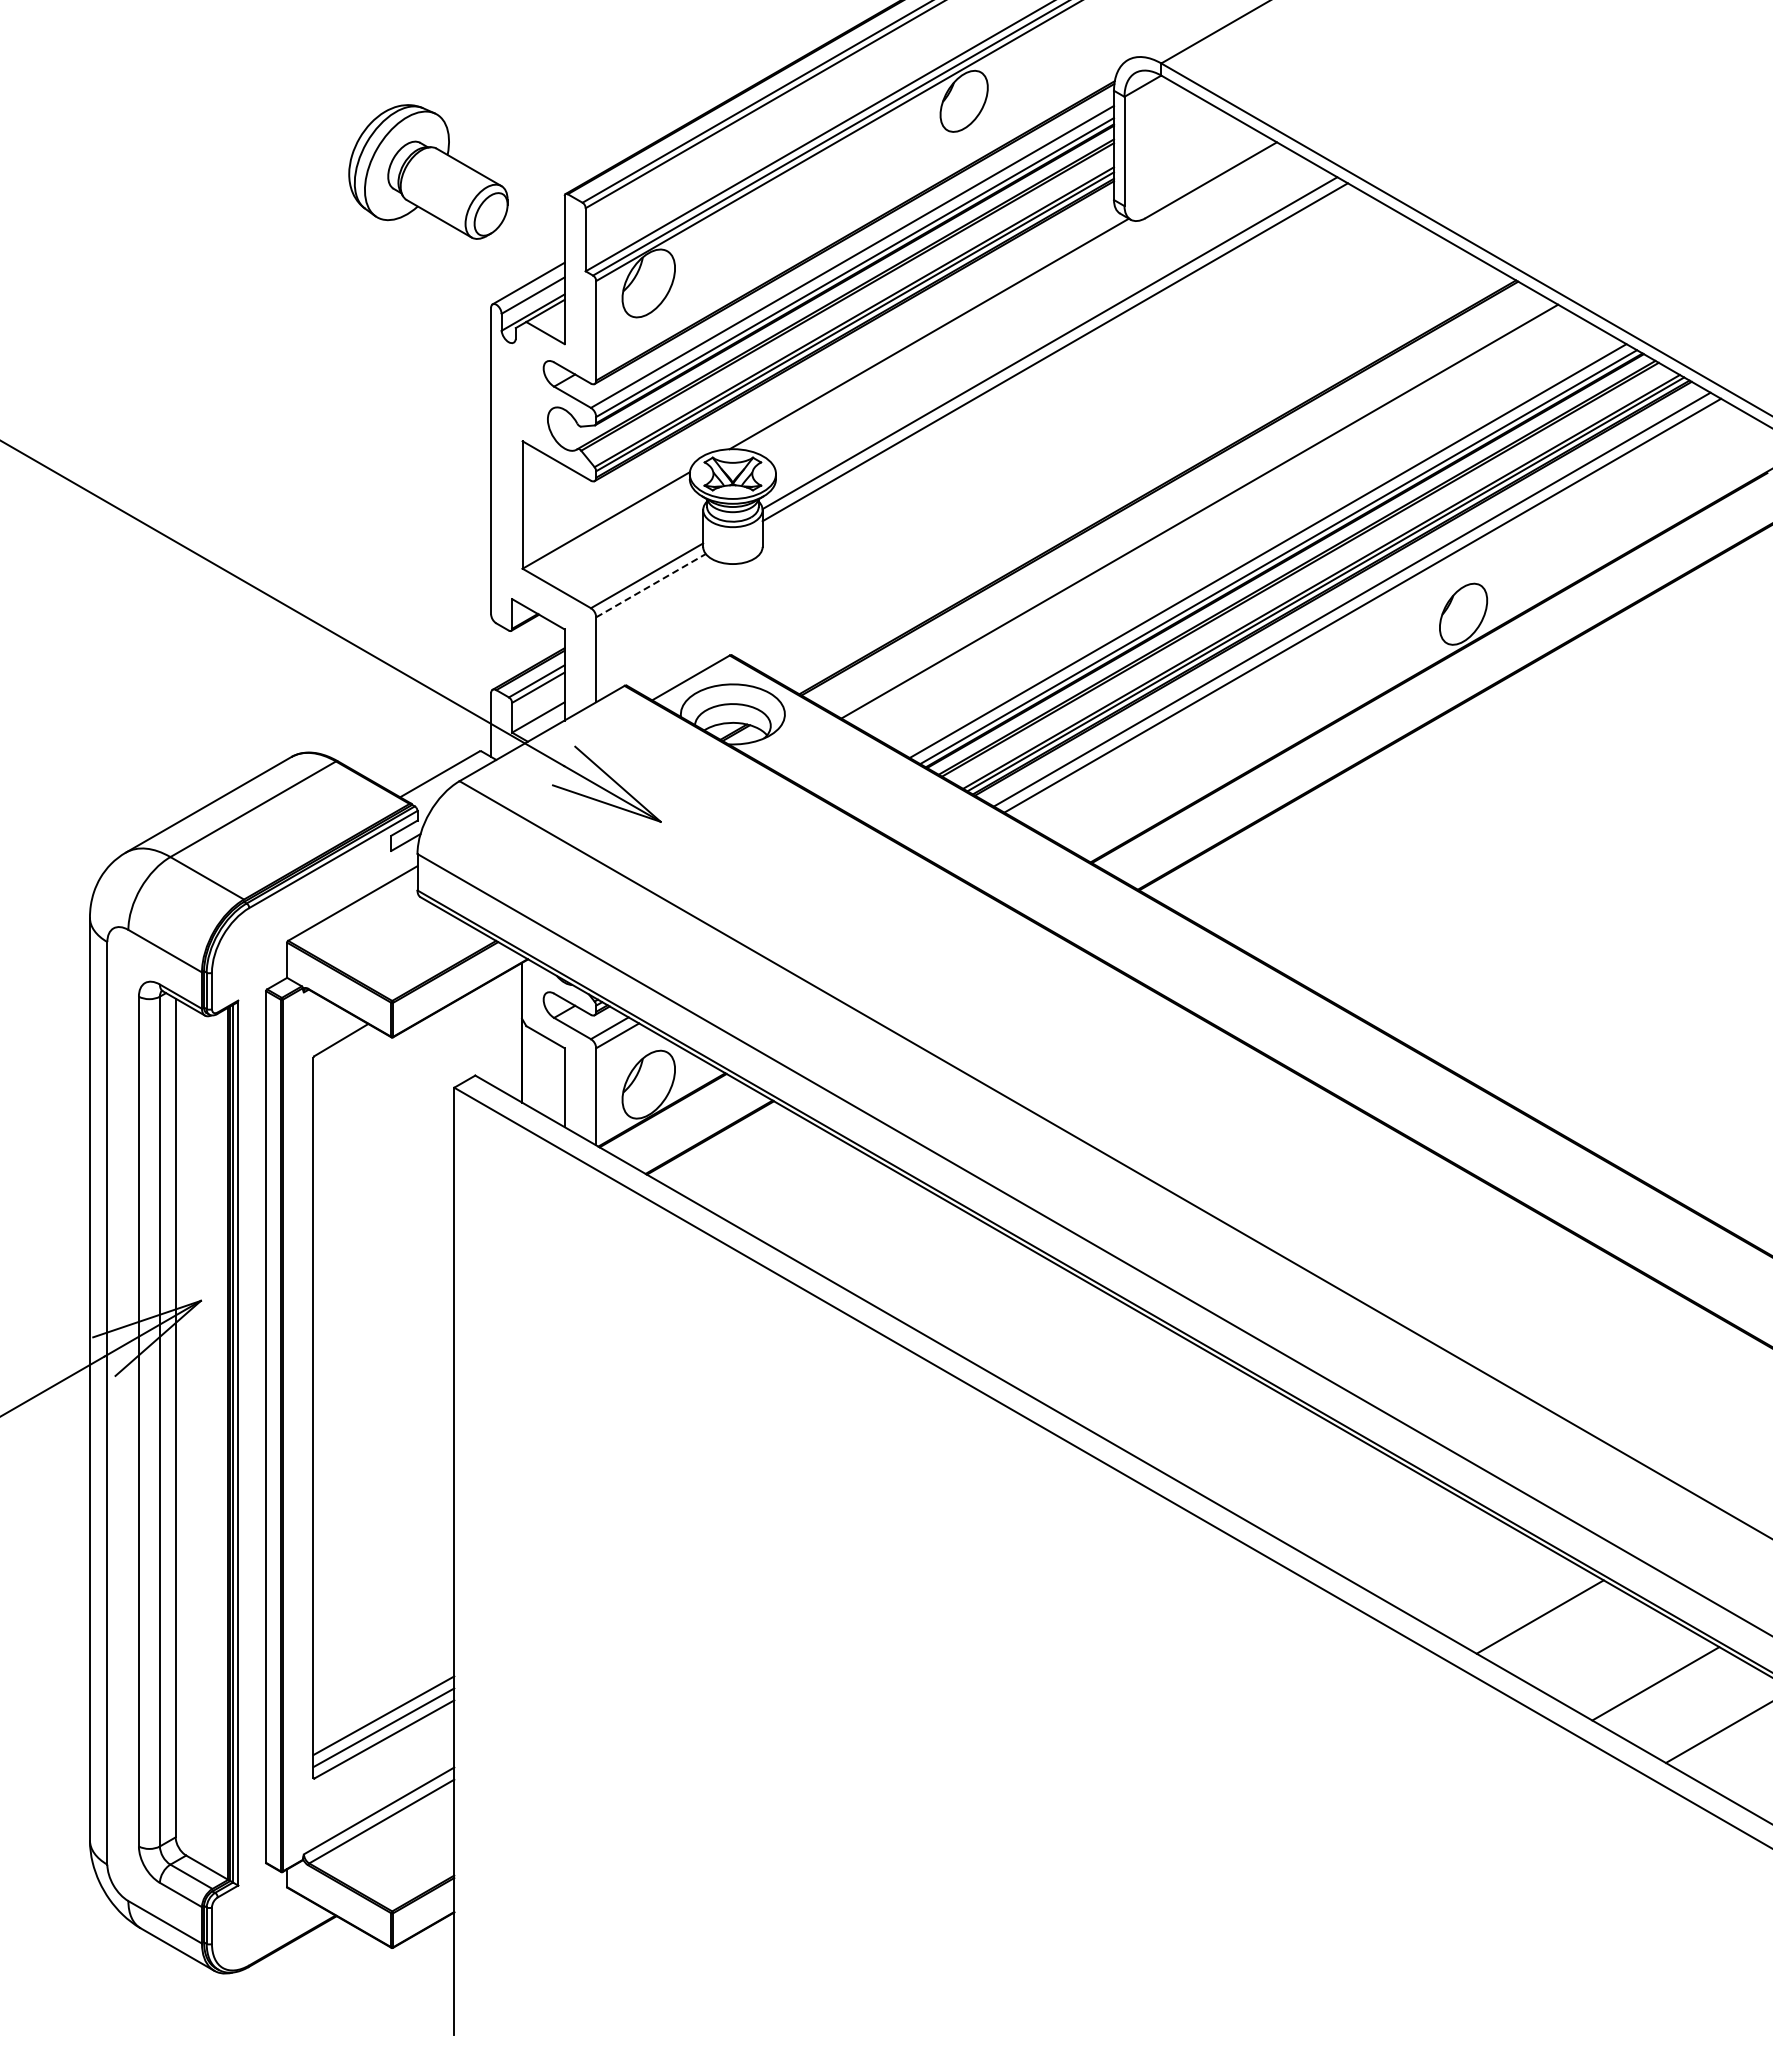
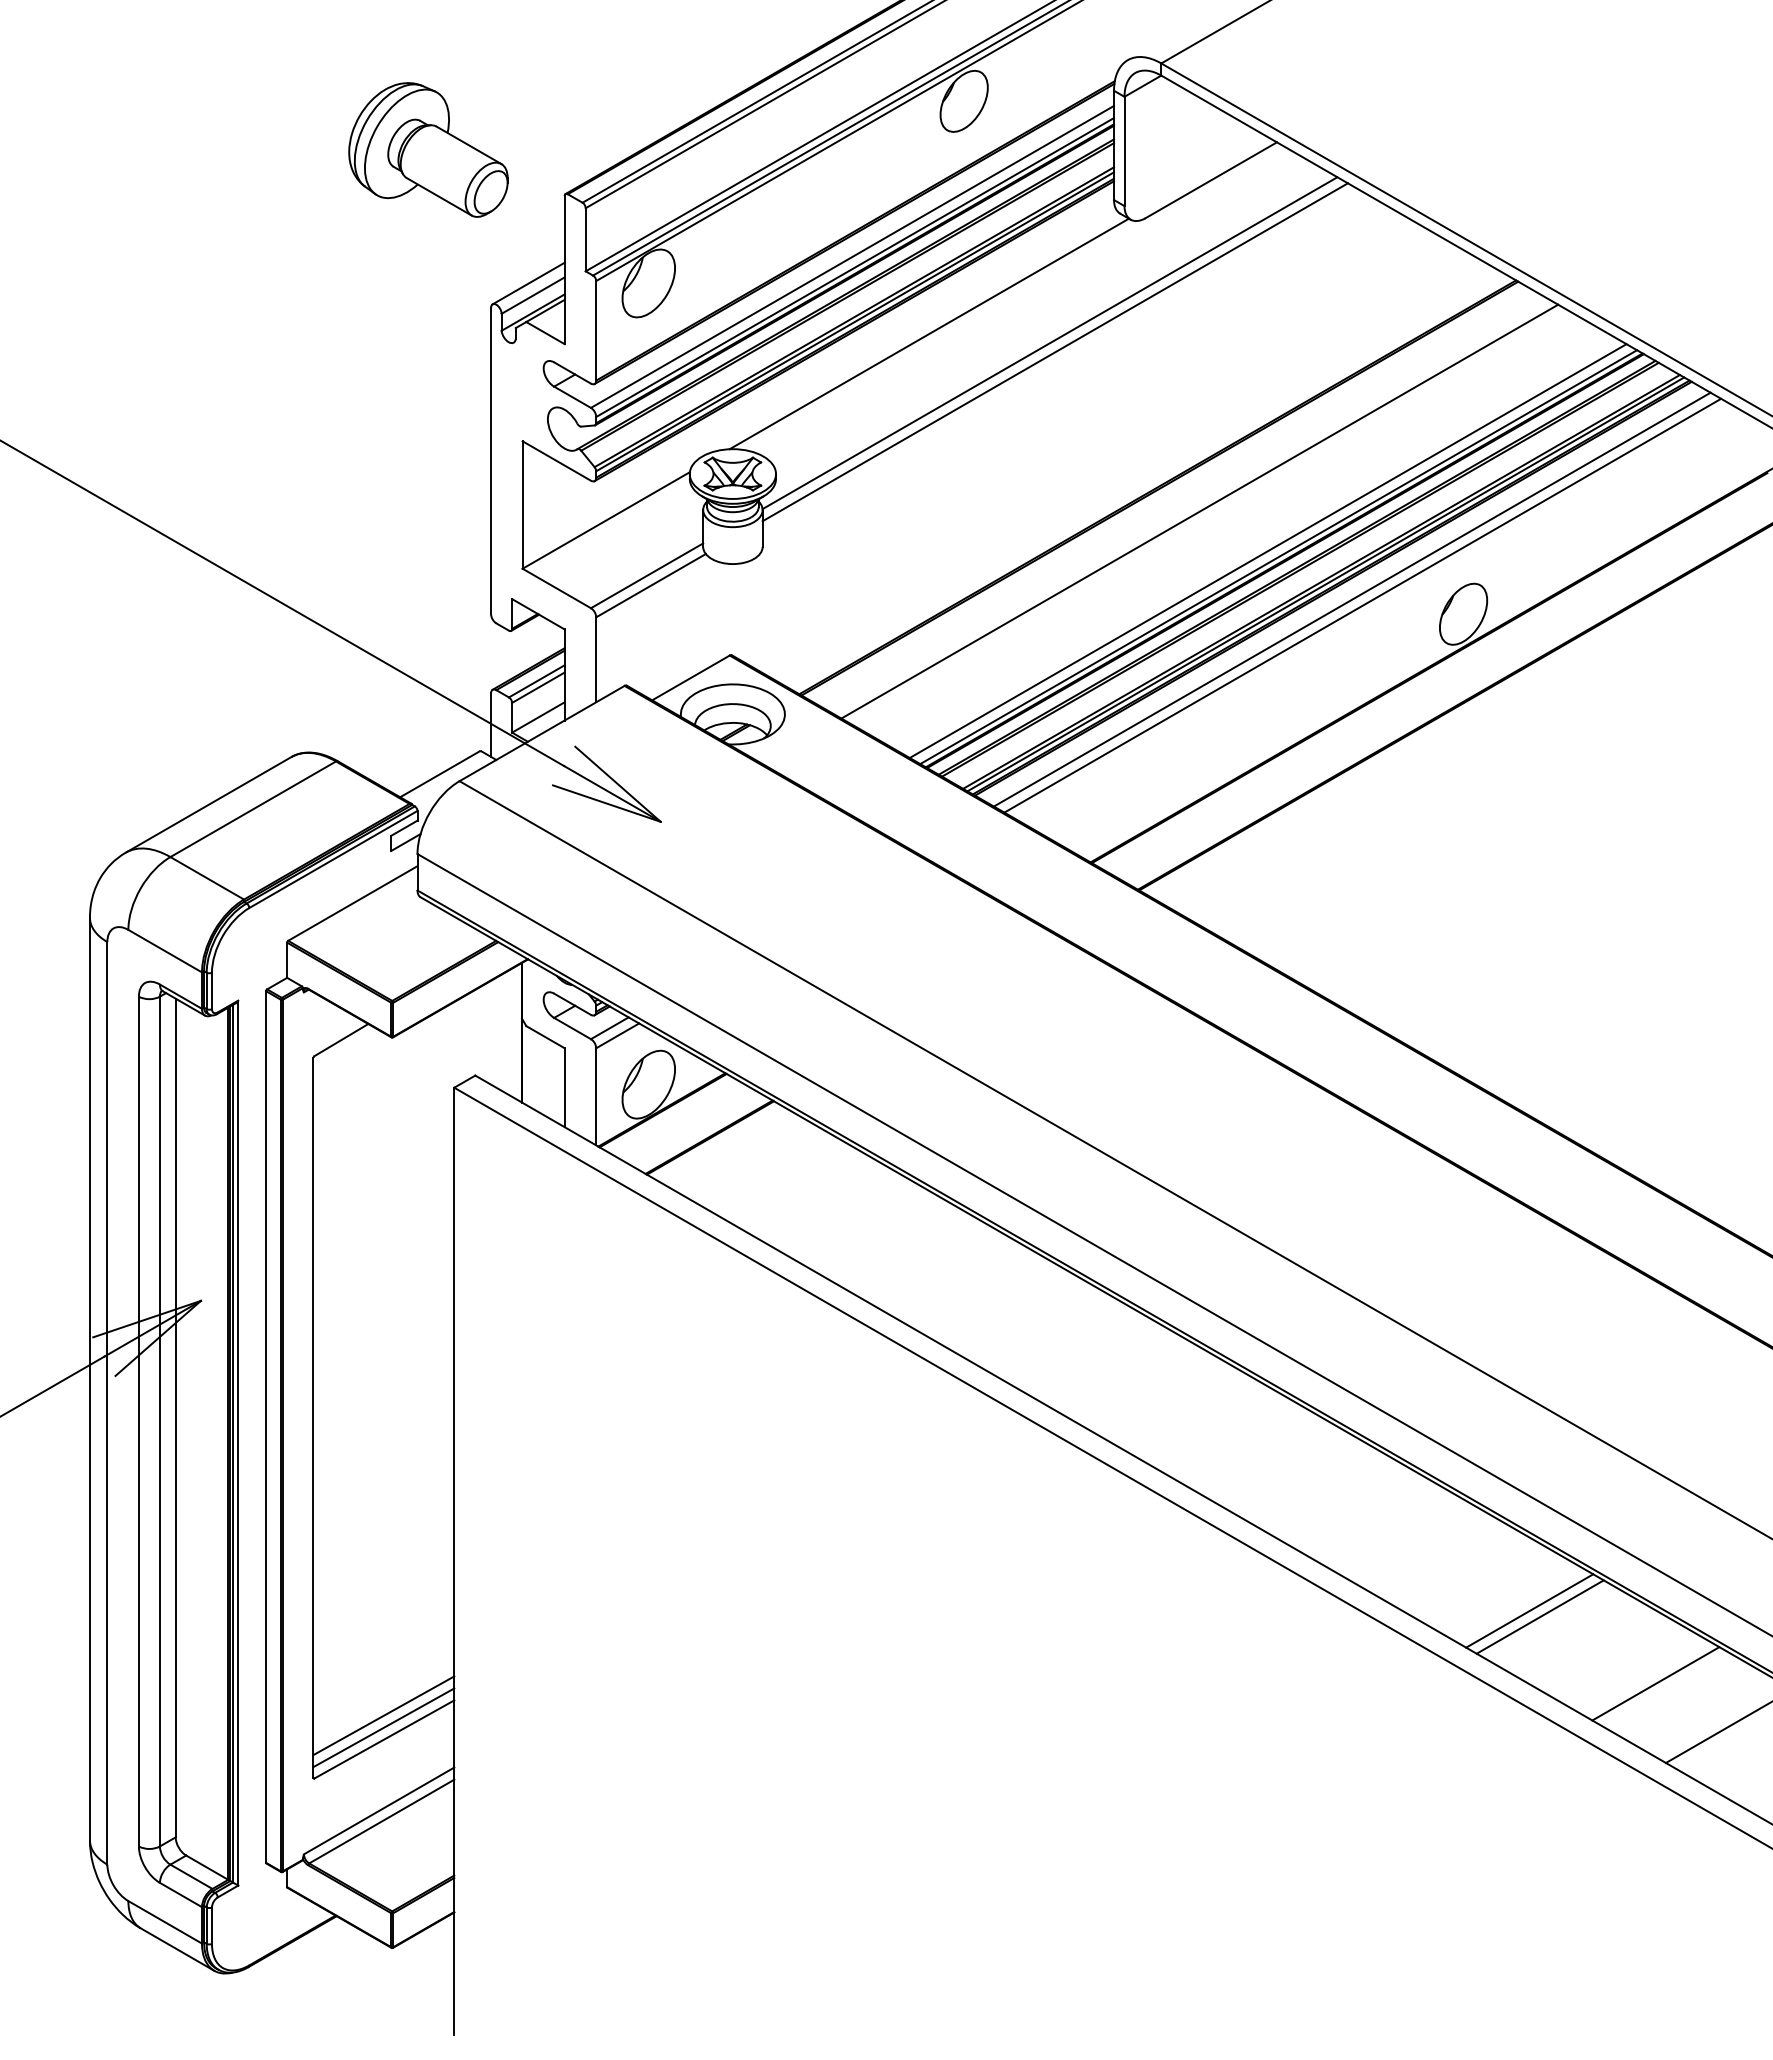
part at (428, 171) position: (428, 171) -> (428, 149)
line at (651, 585): dashed -> solid
line at (1529, 1610): none -> present
